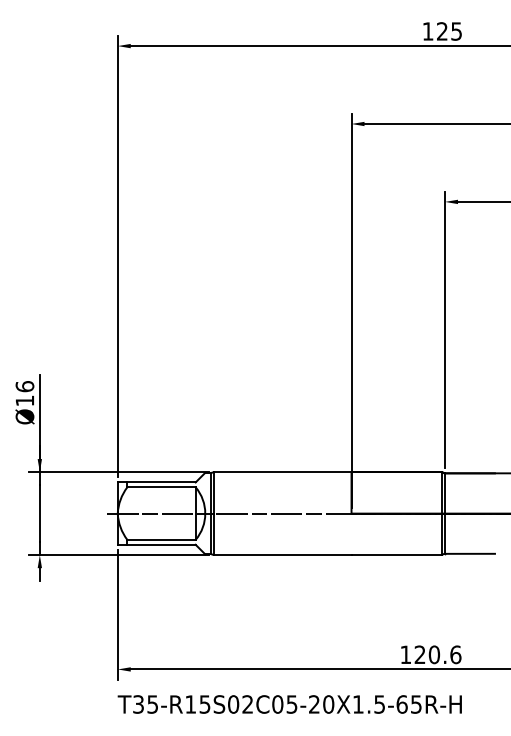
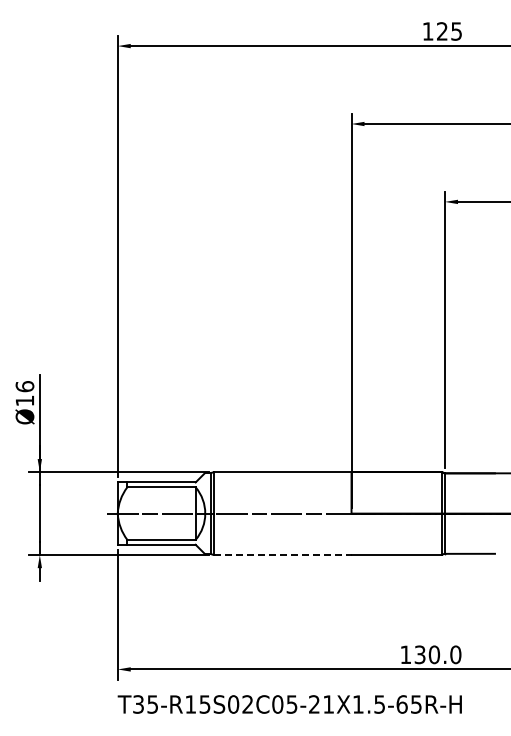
line at (282, 555): solid -> dashed
text at (437, 654): 120.6 -> 130.0
text at (328, 704): T35-R15S02C05-20X1.5-65R-H -> T35-R15S02C05-21X1.5-65R-H
